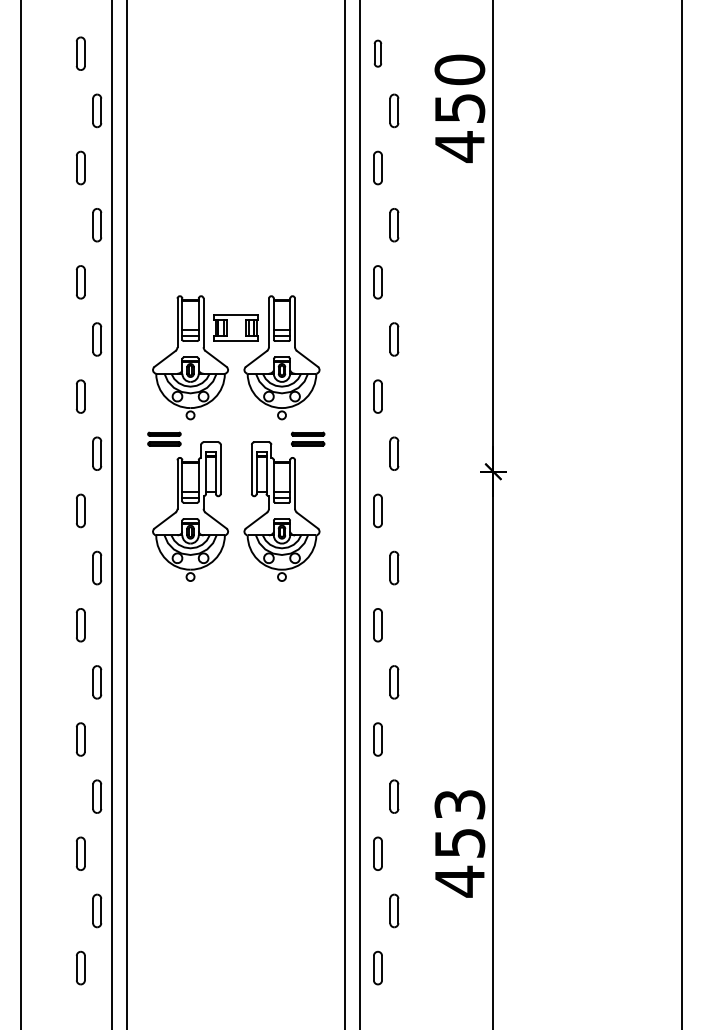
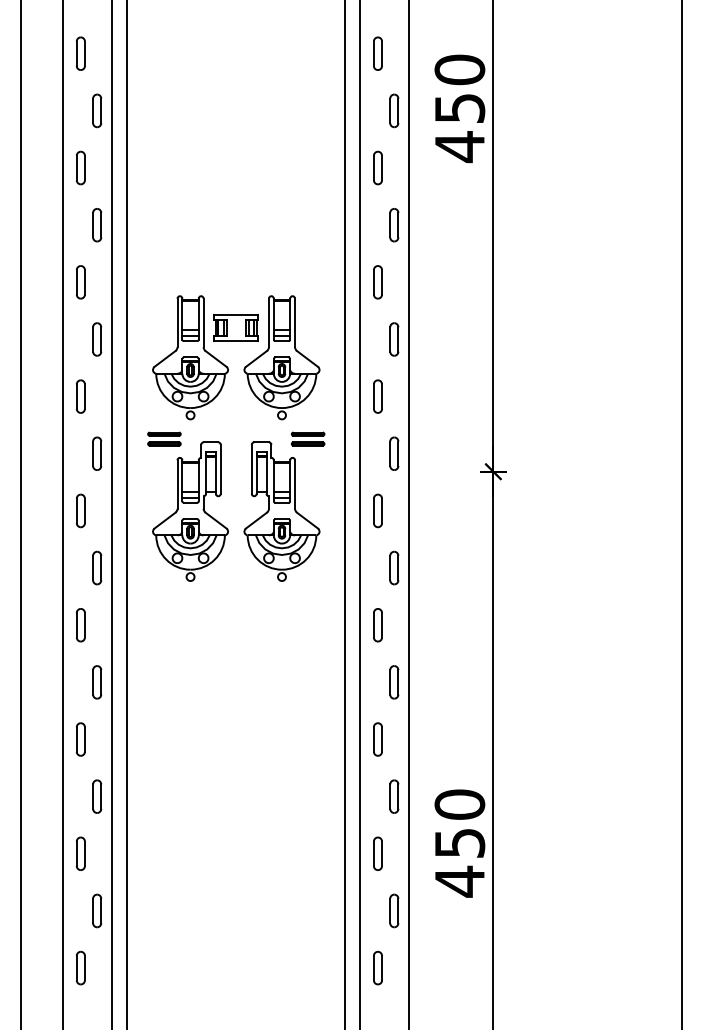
part at (377, 53) size: 10x29 px -> 10x35 px
line at (63, 514): none -> present
line at (409, 514): none -> present
text at (459, 804): 453 -> 450
